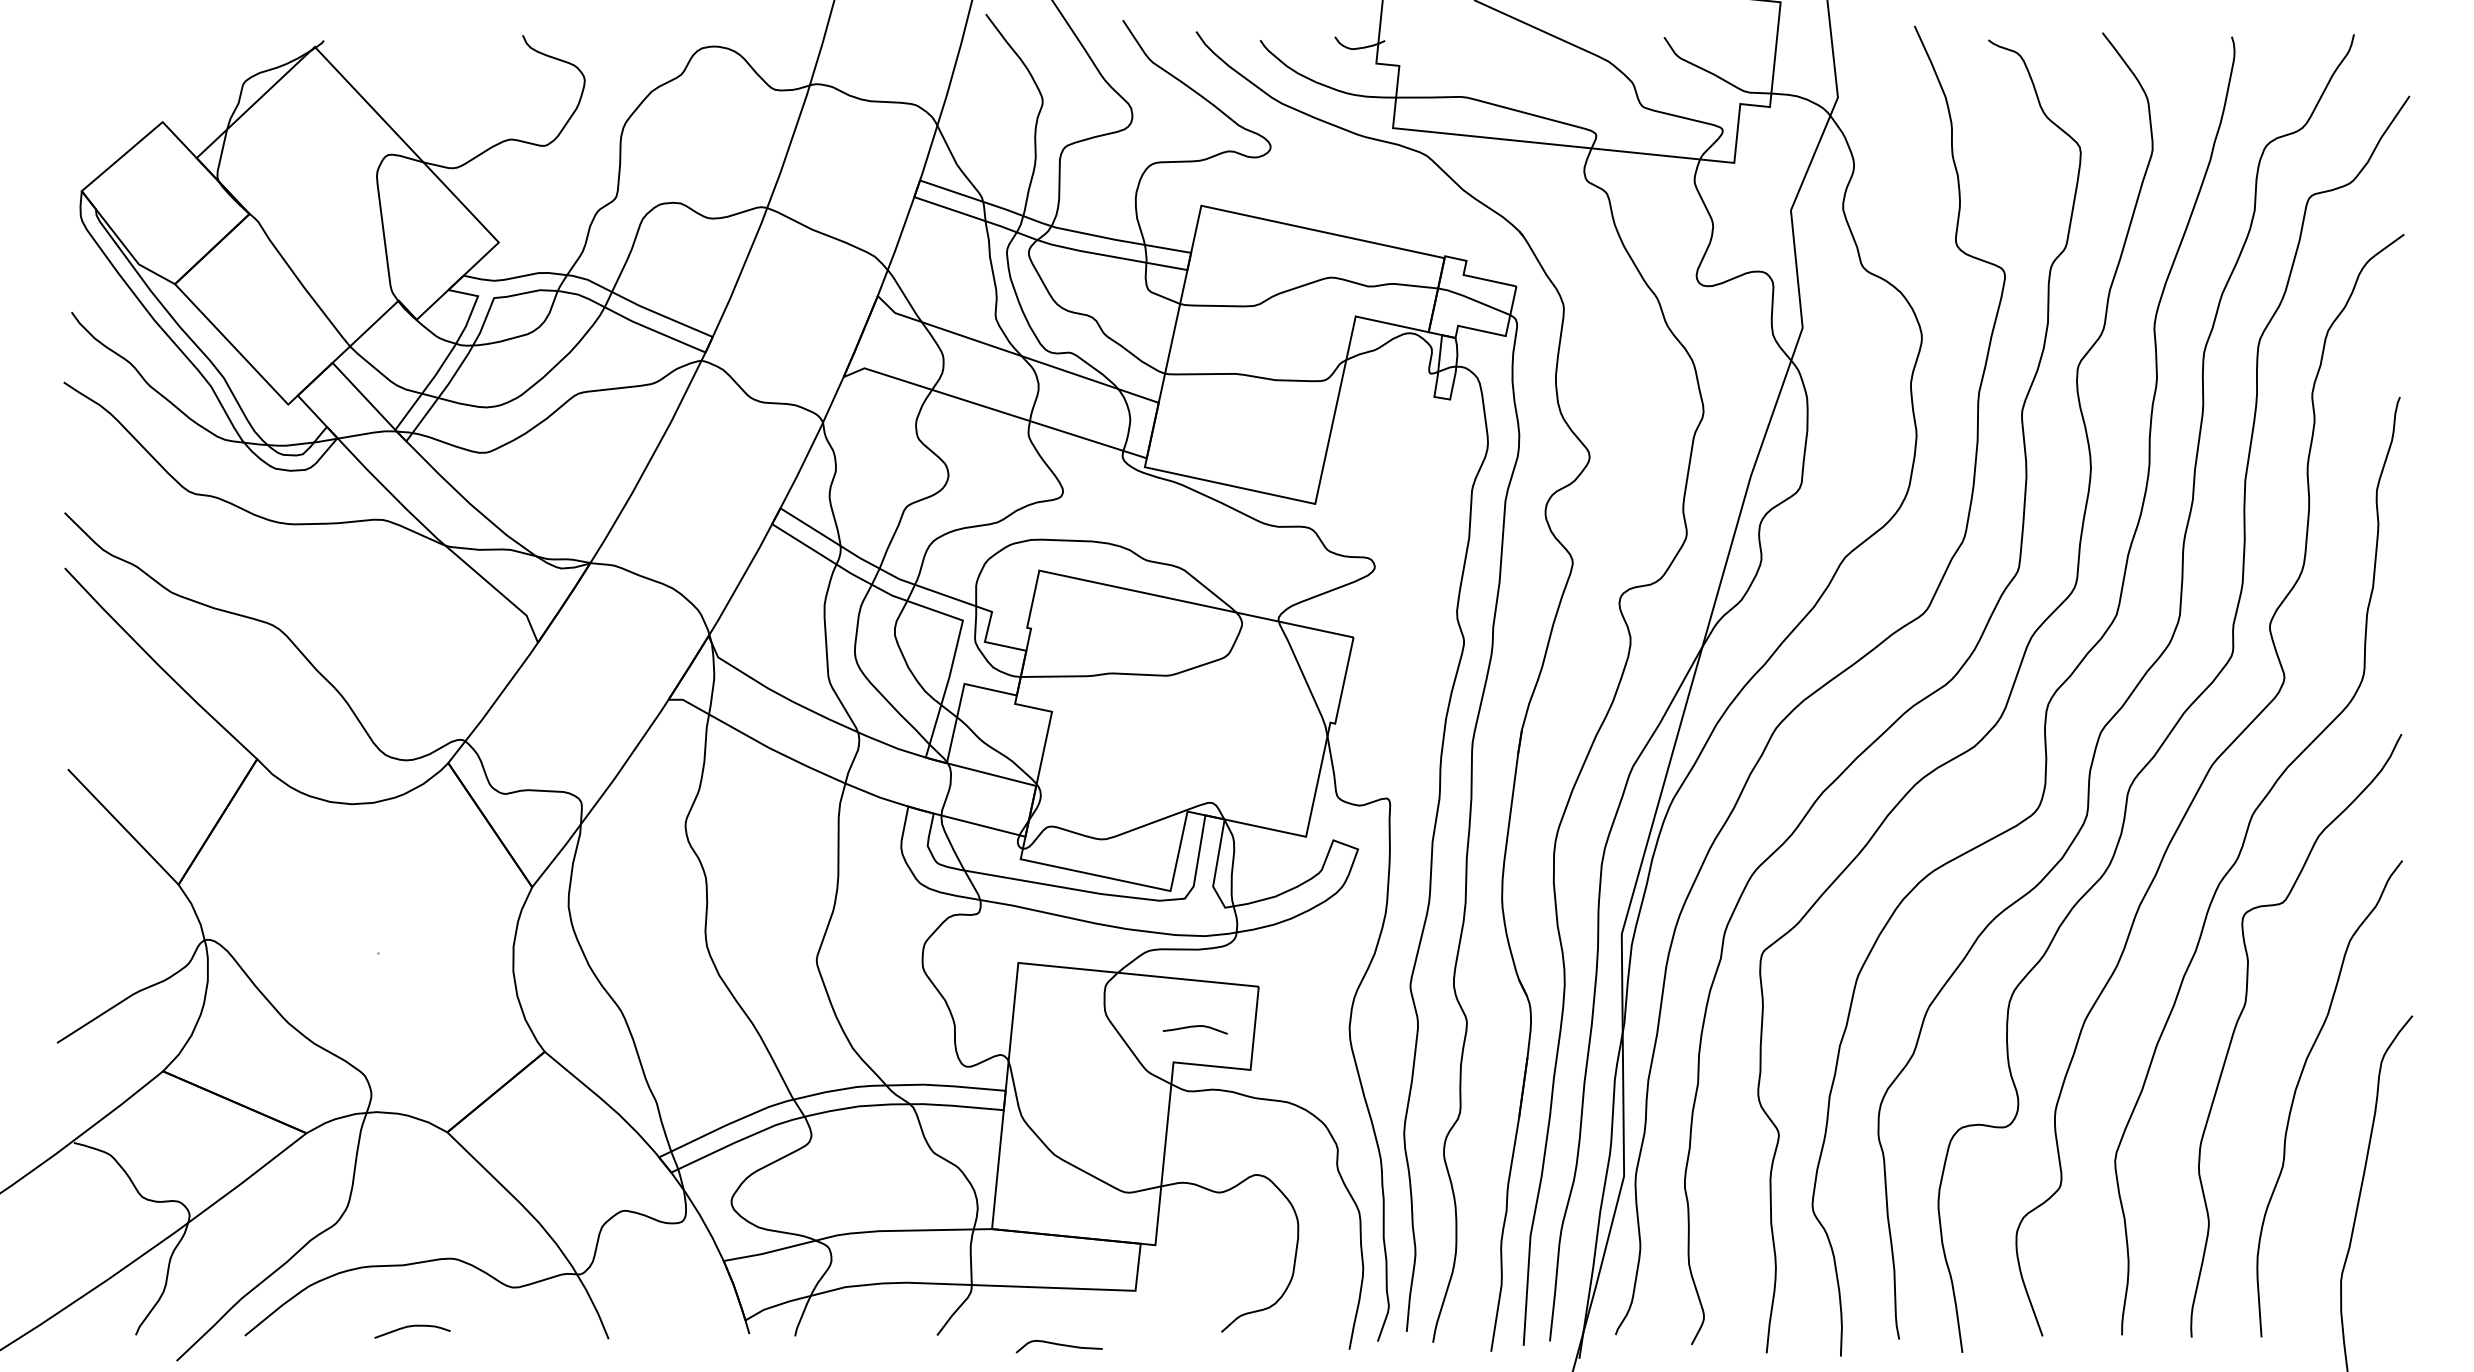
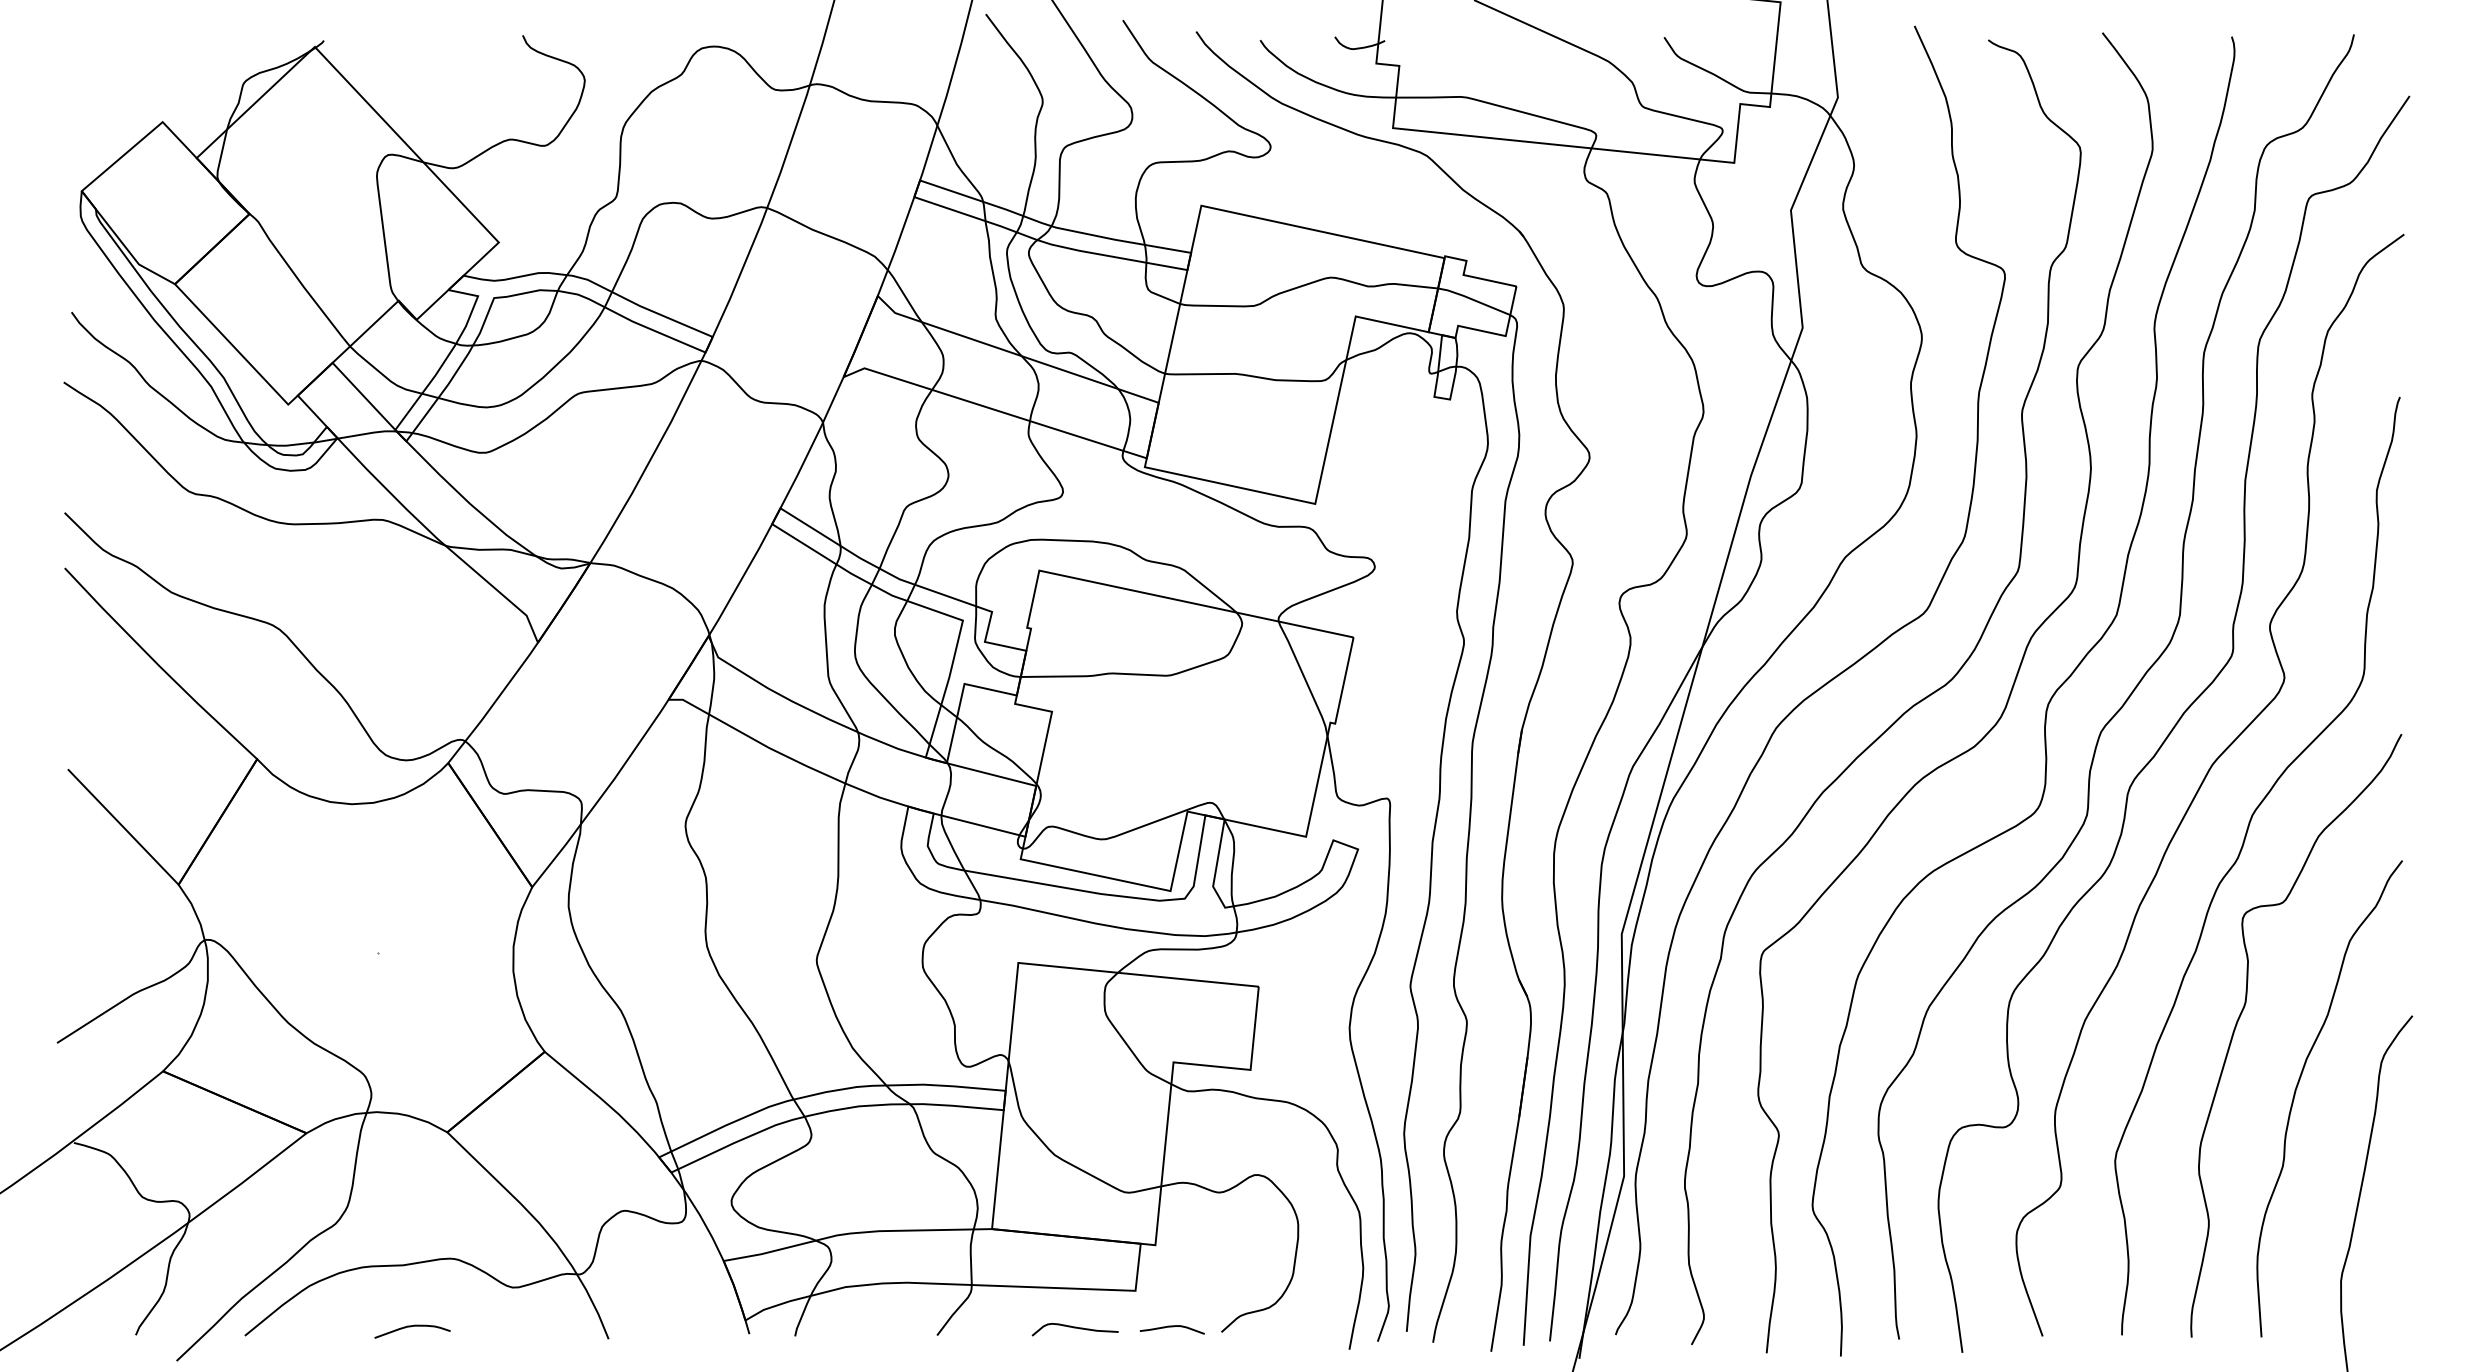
curve at (1194, 1027) position: (1194, 1027) -> (1171, 1327)
curve at (1058, 1345) position: (1058, 1345) -> (1074, 1328)
